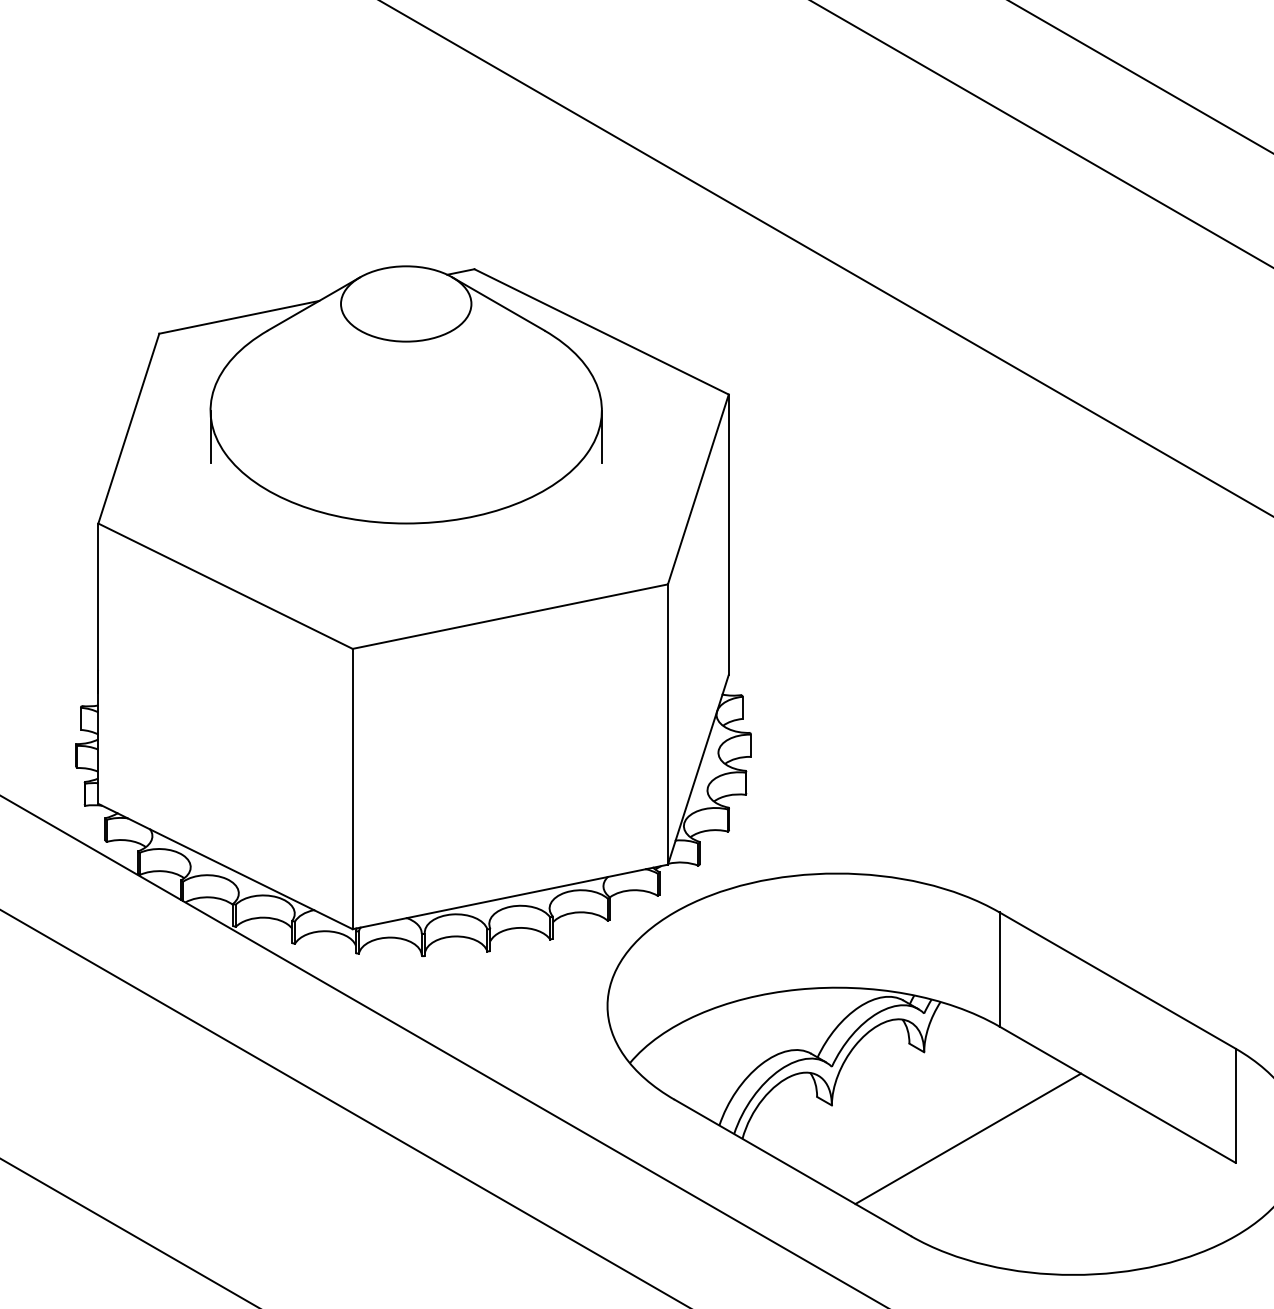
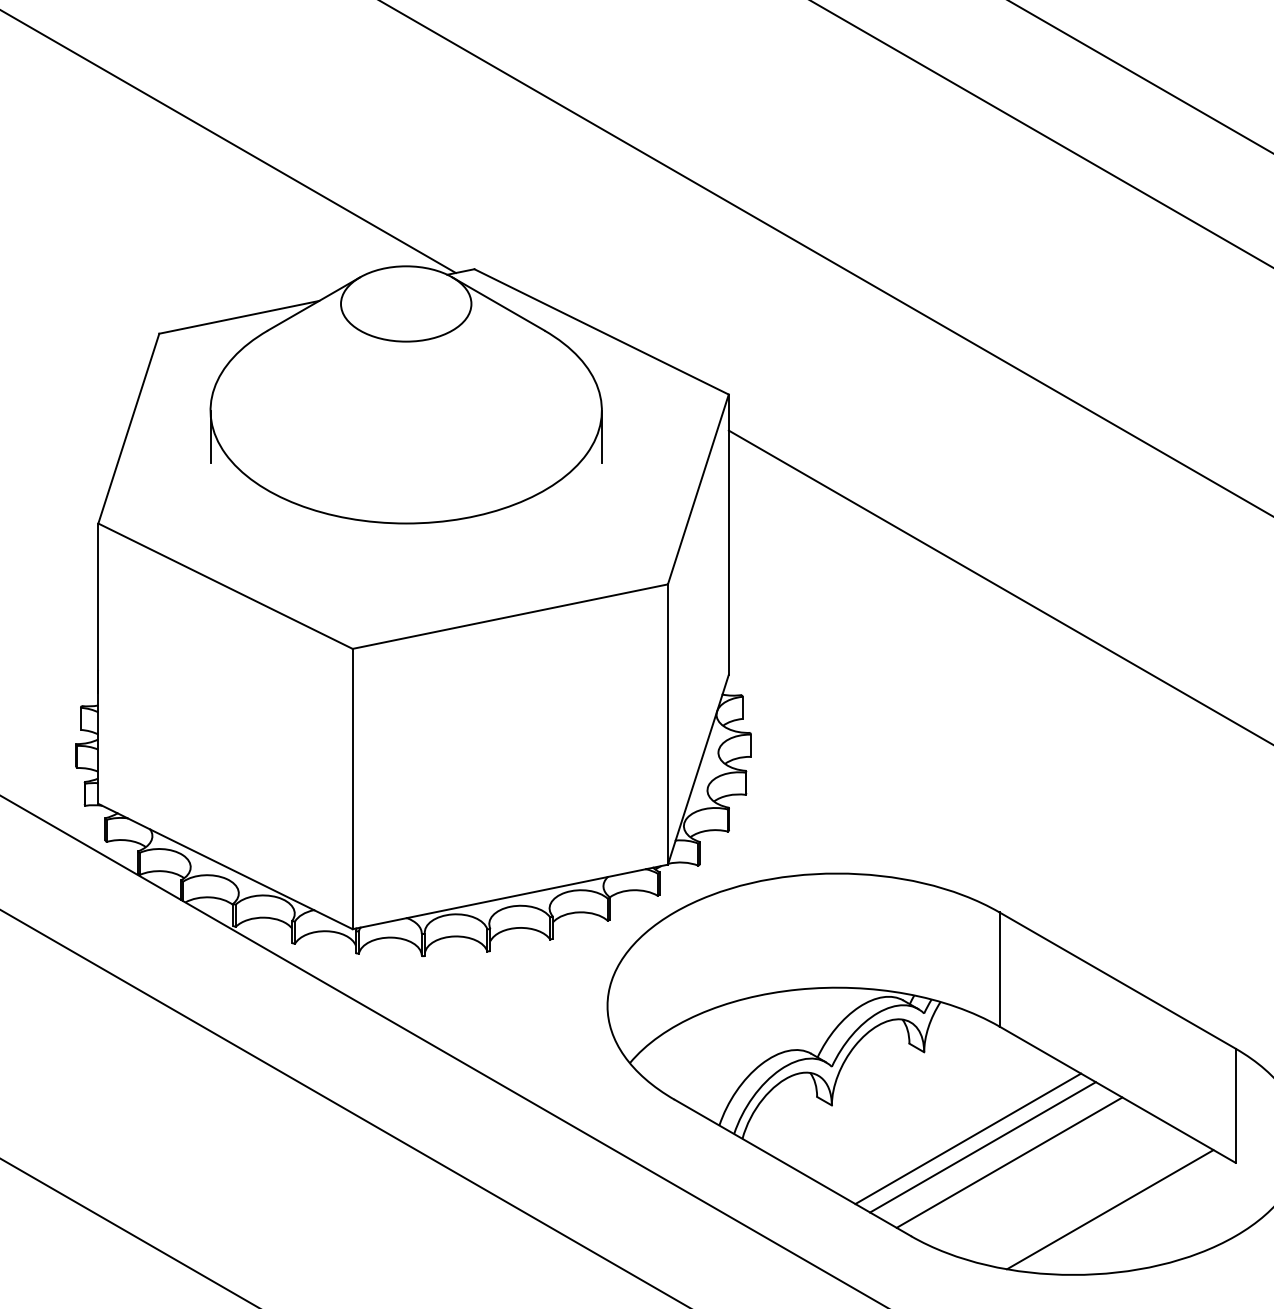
line at (228, 141): none -> present
line at (999, 586): none -> present
line at (982, 1147): none -> present
line at (1009, 1162): none -> present
line at (1110, 1209): none -> present
